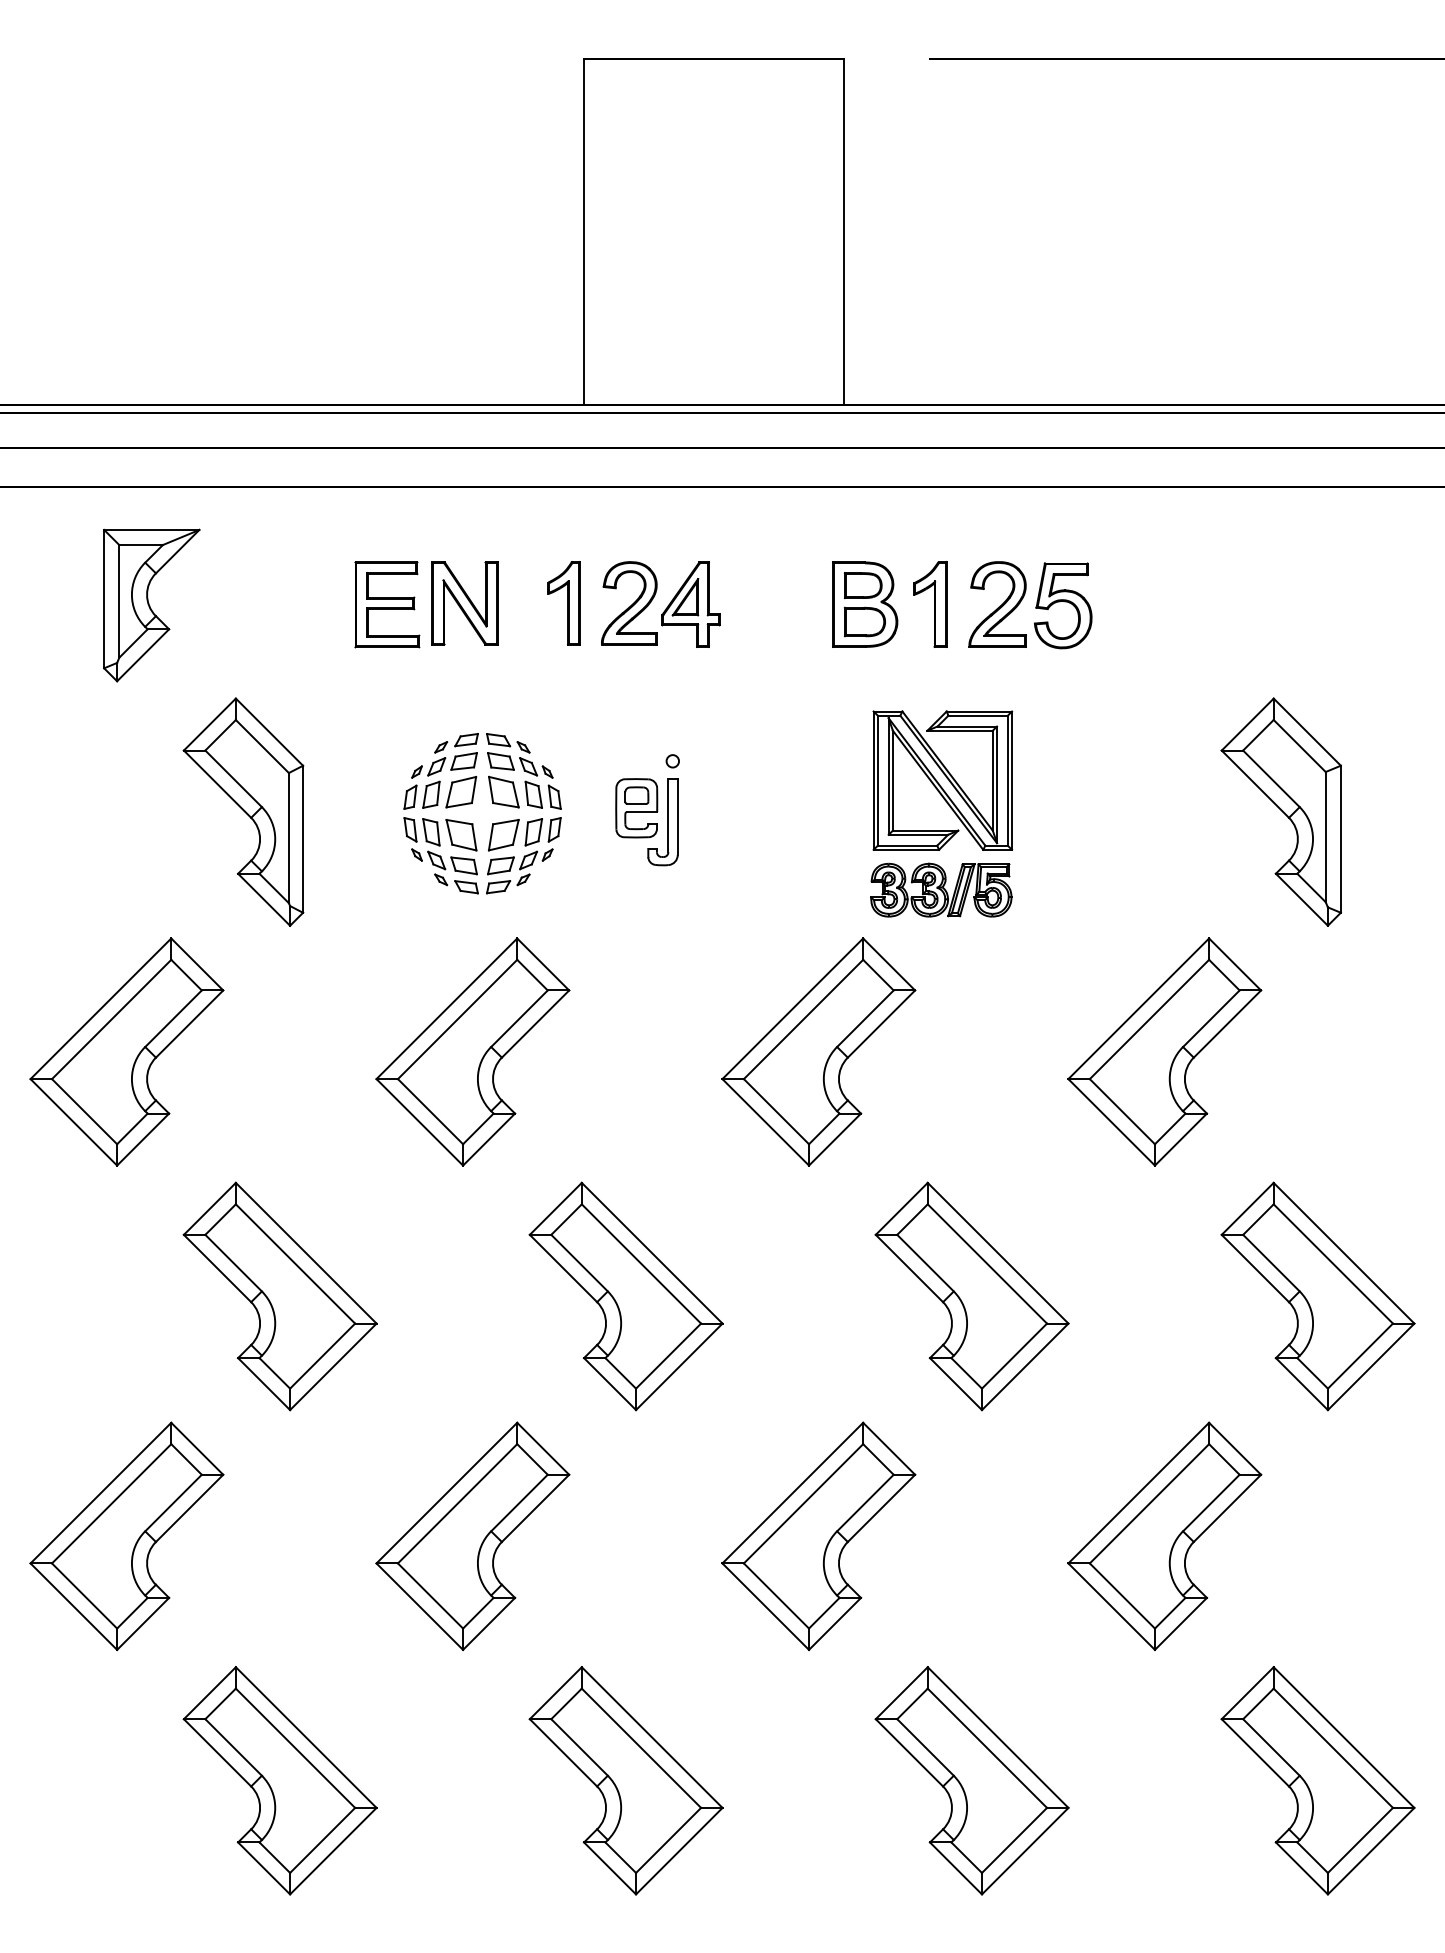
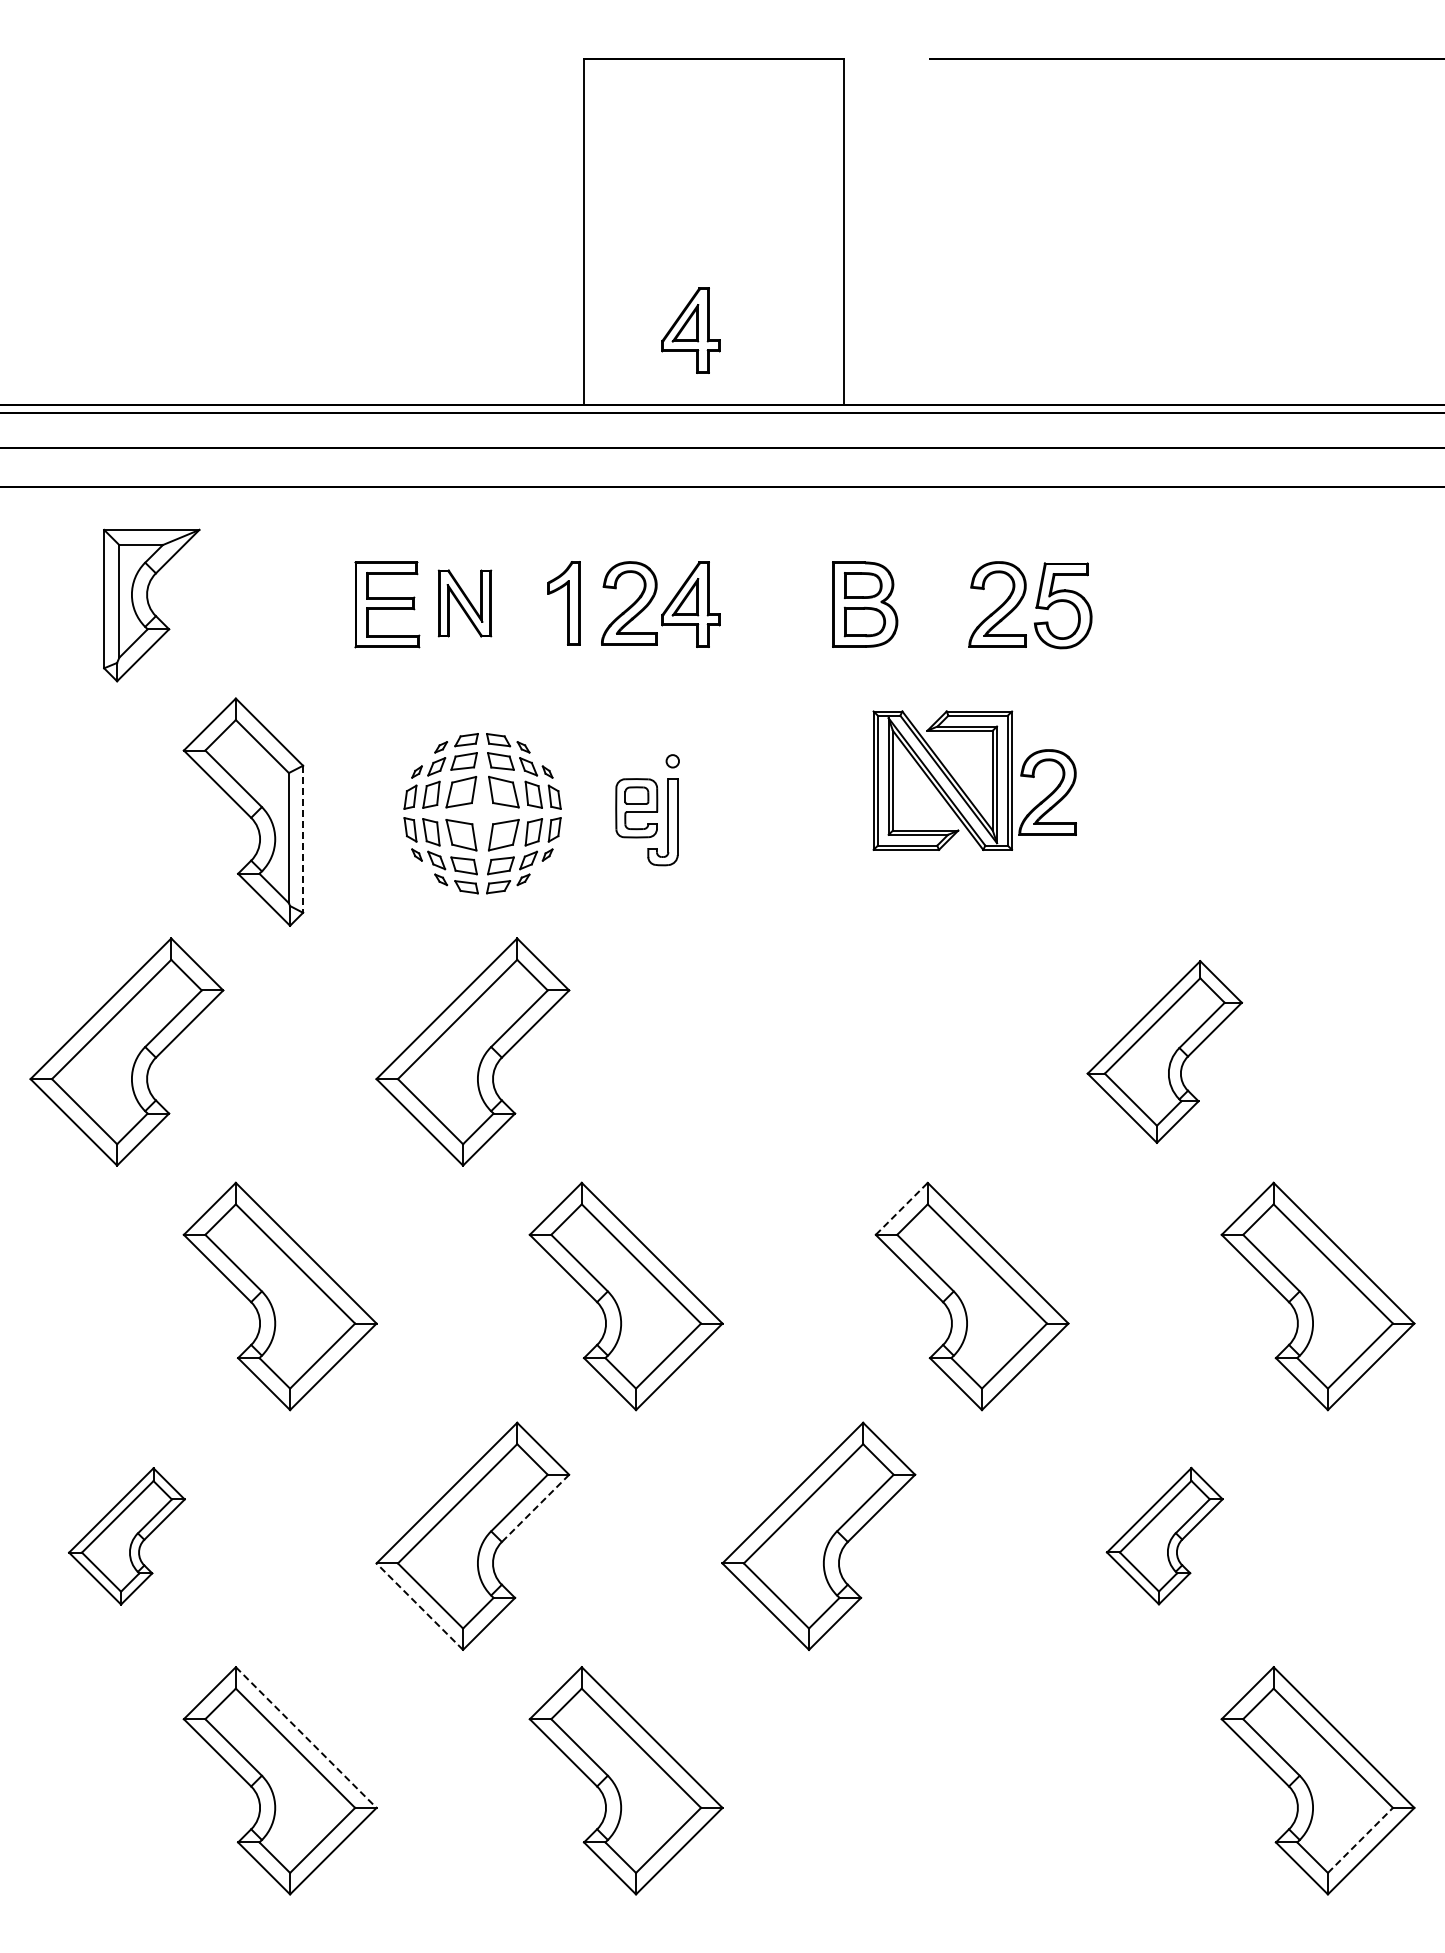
part at (690, 330): none -> present
part at (464, 603) size: 68x85 px -> 56x69 px
part at (930, 604): present -> none
part at (1047, 792): none -> present
part at (1280, 811): present -> none
line at (303, 839): solid -> dashed
part at (941, 889): present -> none
part at (818, 1051): present -> none
part at (1164, 1051) size: 196x230 px -> 157x184 px
line at (901, 1208): solid -> dashed
line at (535, 1508): solid -> dashed
part at (1164, 1535) size: 196x230 px -> 119x140 px
part at (126, 1536) size: 196x231 px -> 118x139 px
line at (419, 1606): solid -> dashed
line at (306, 1737): solid -> dashed
part at (971, 1780): present -> none
line at (1360, 1840): solid -> dashed
